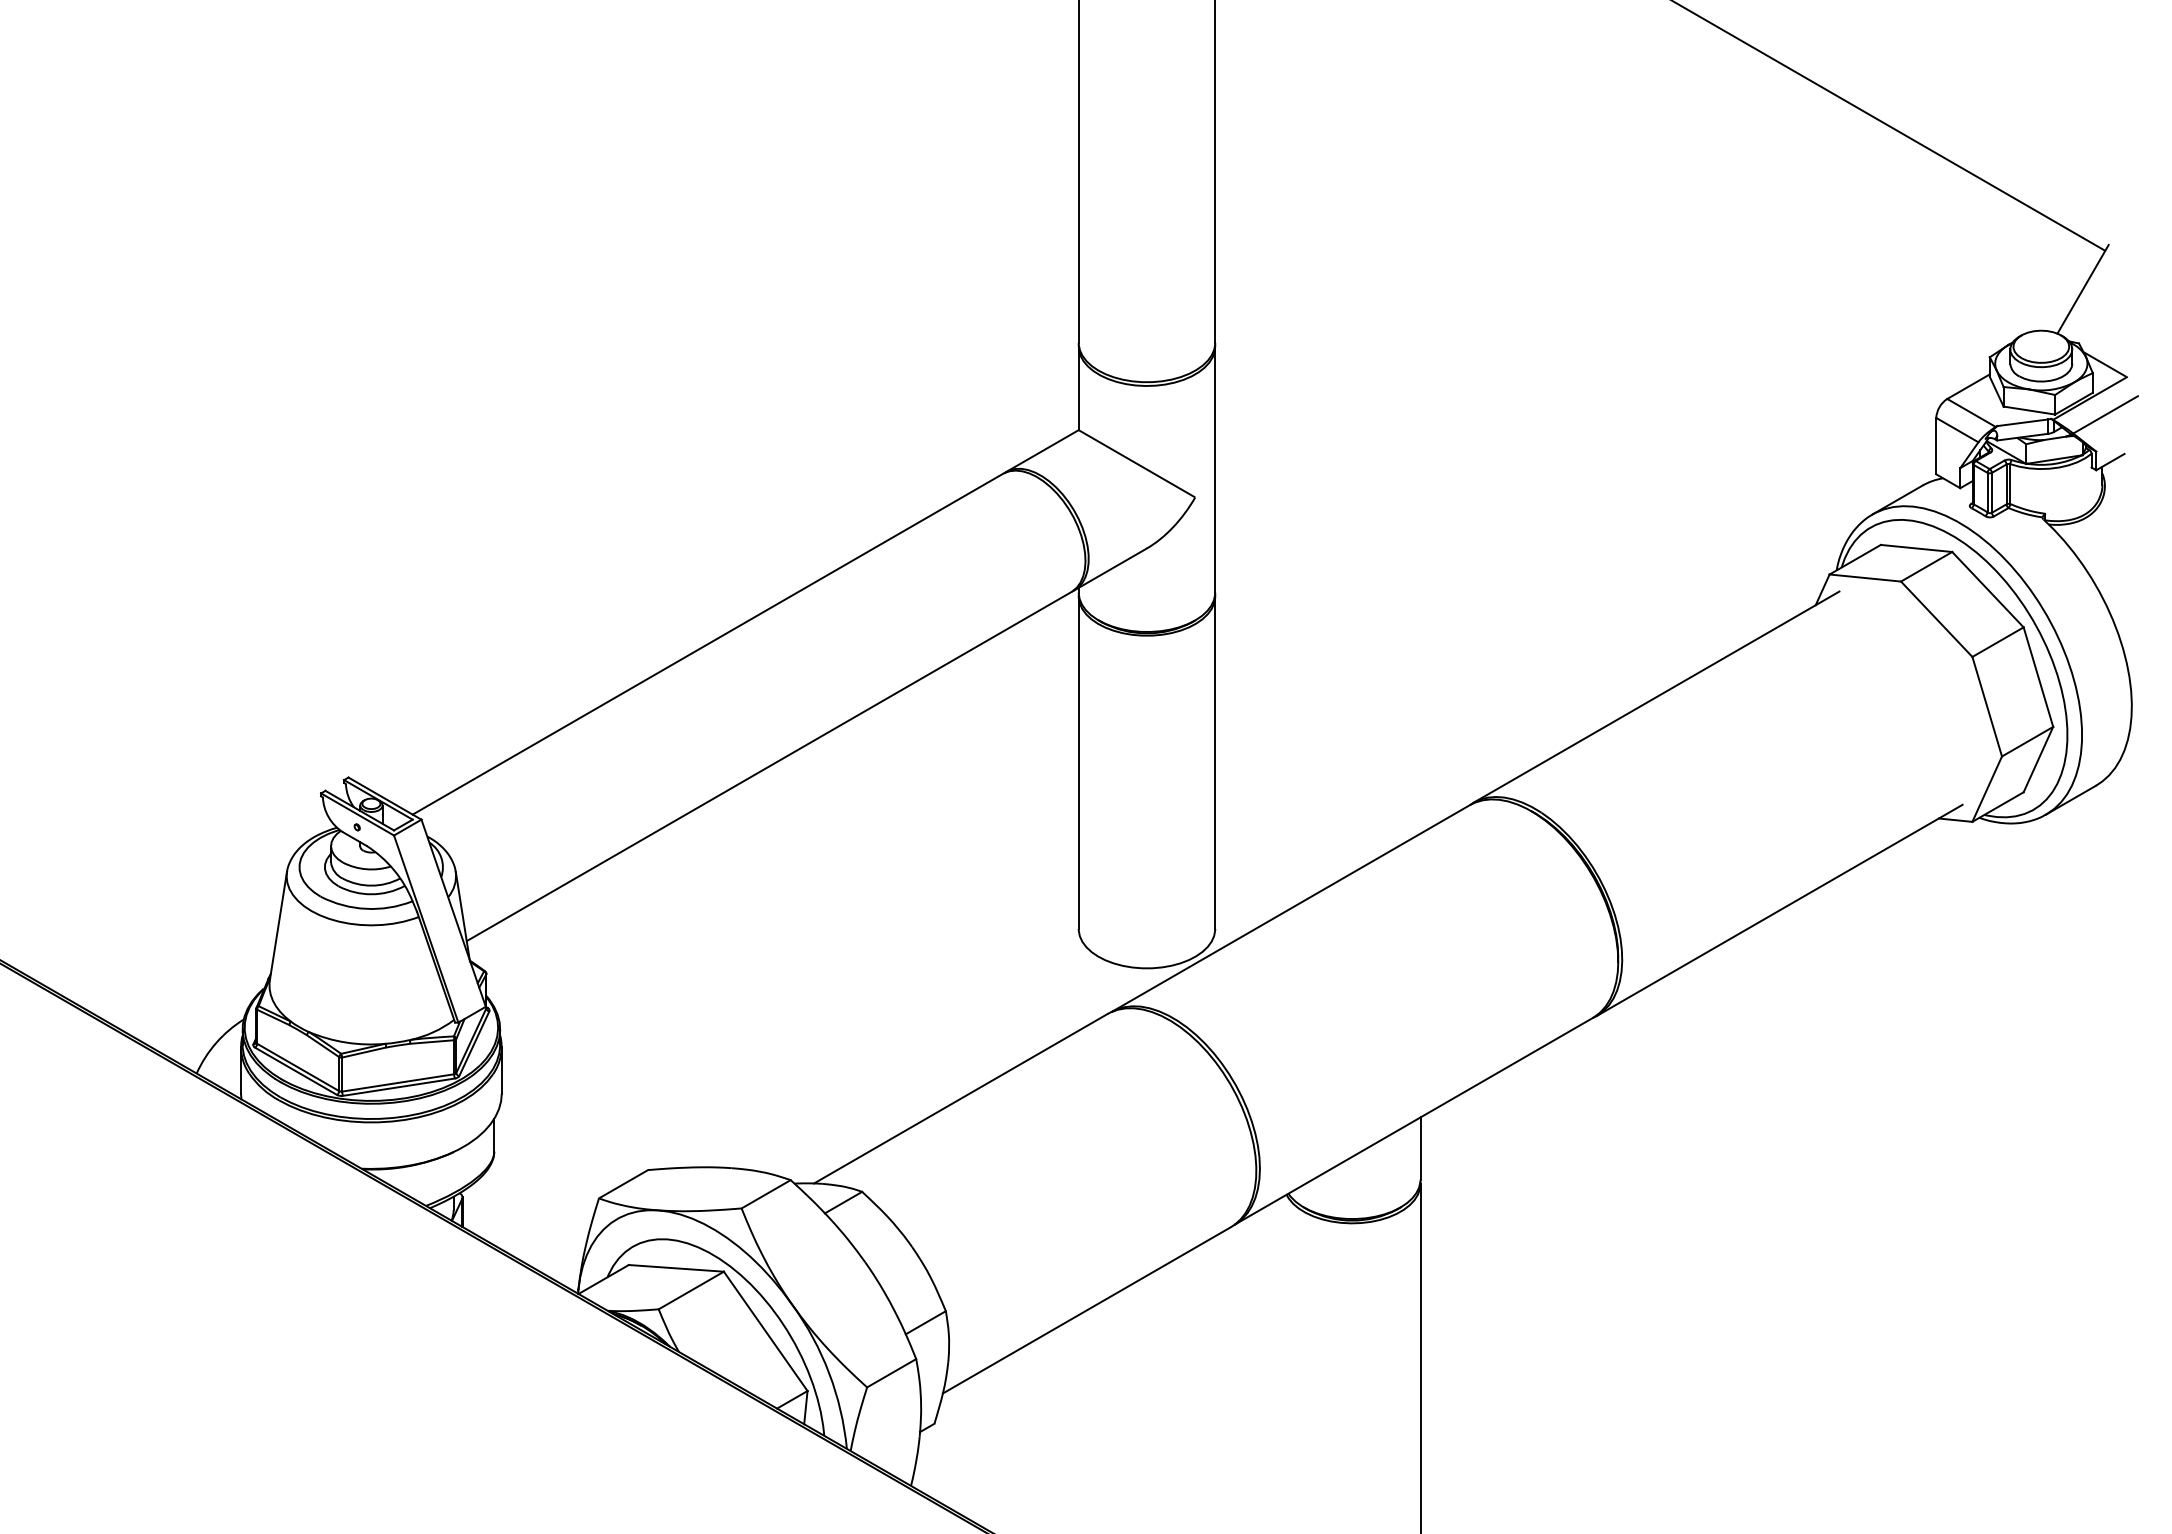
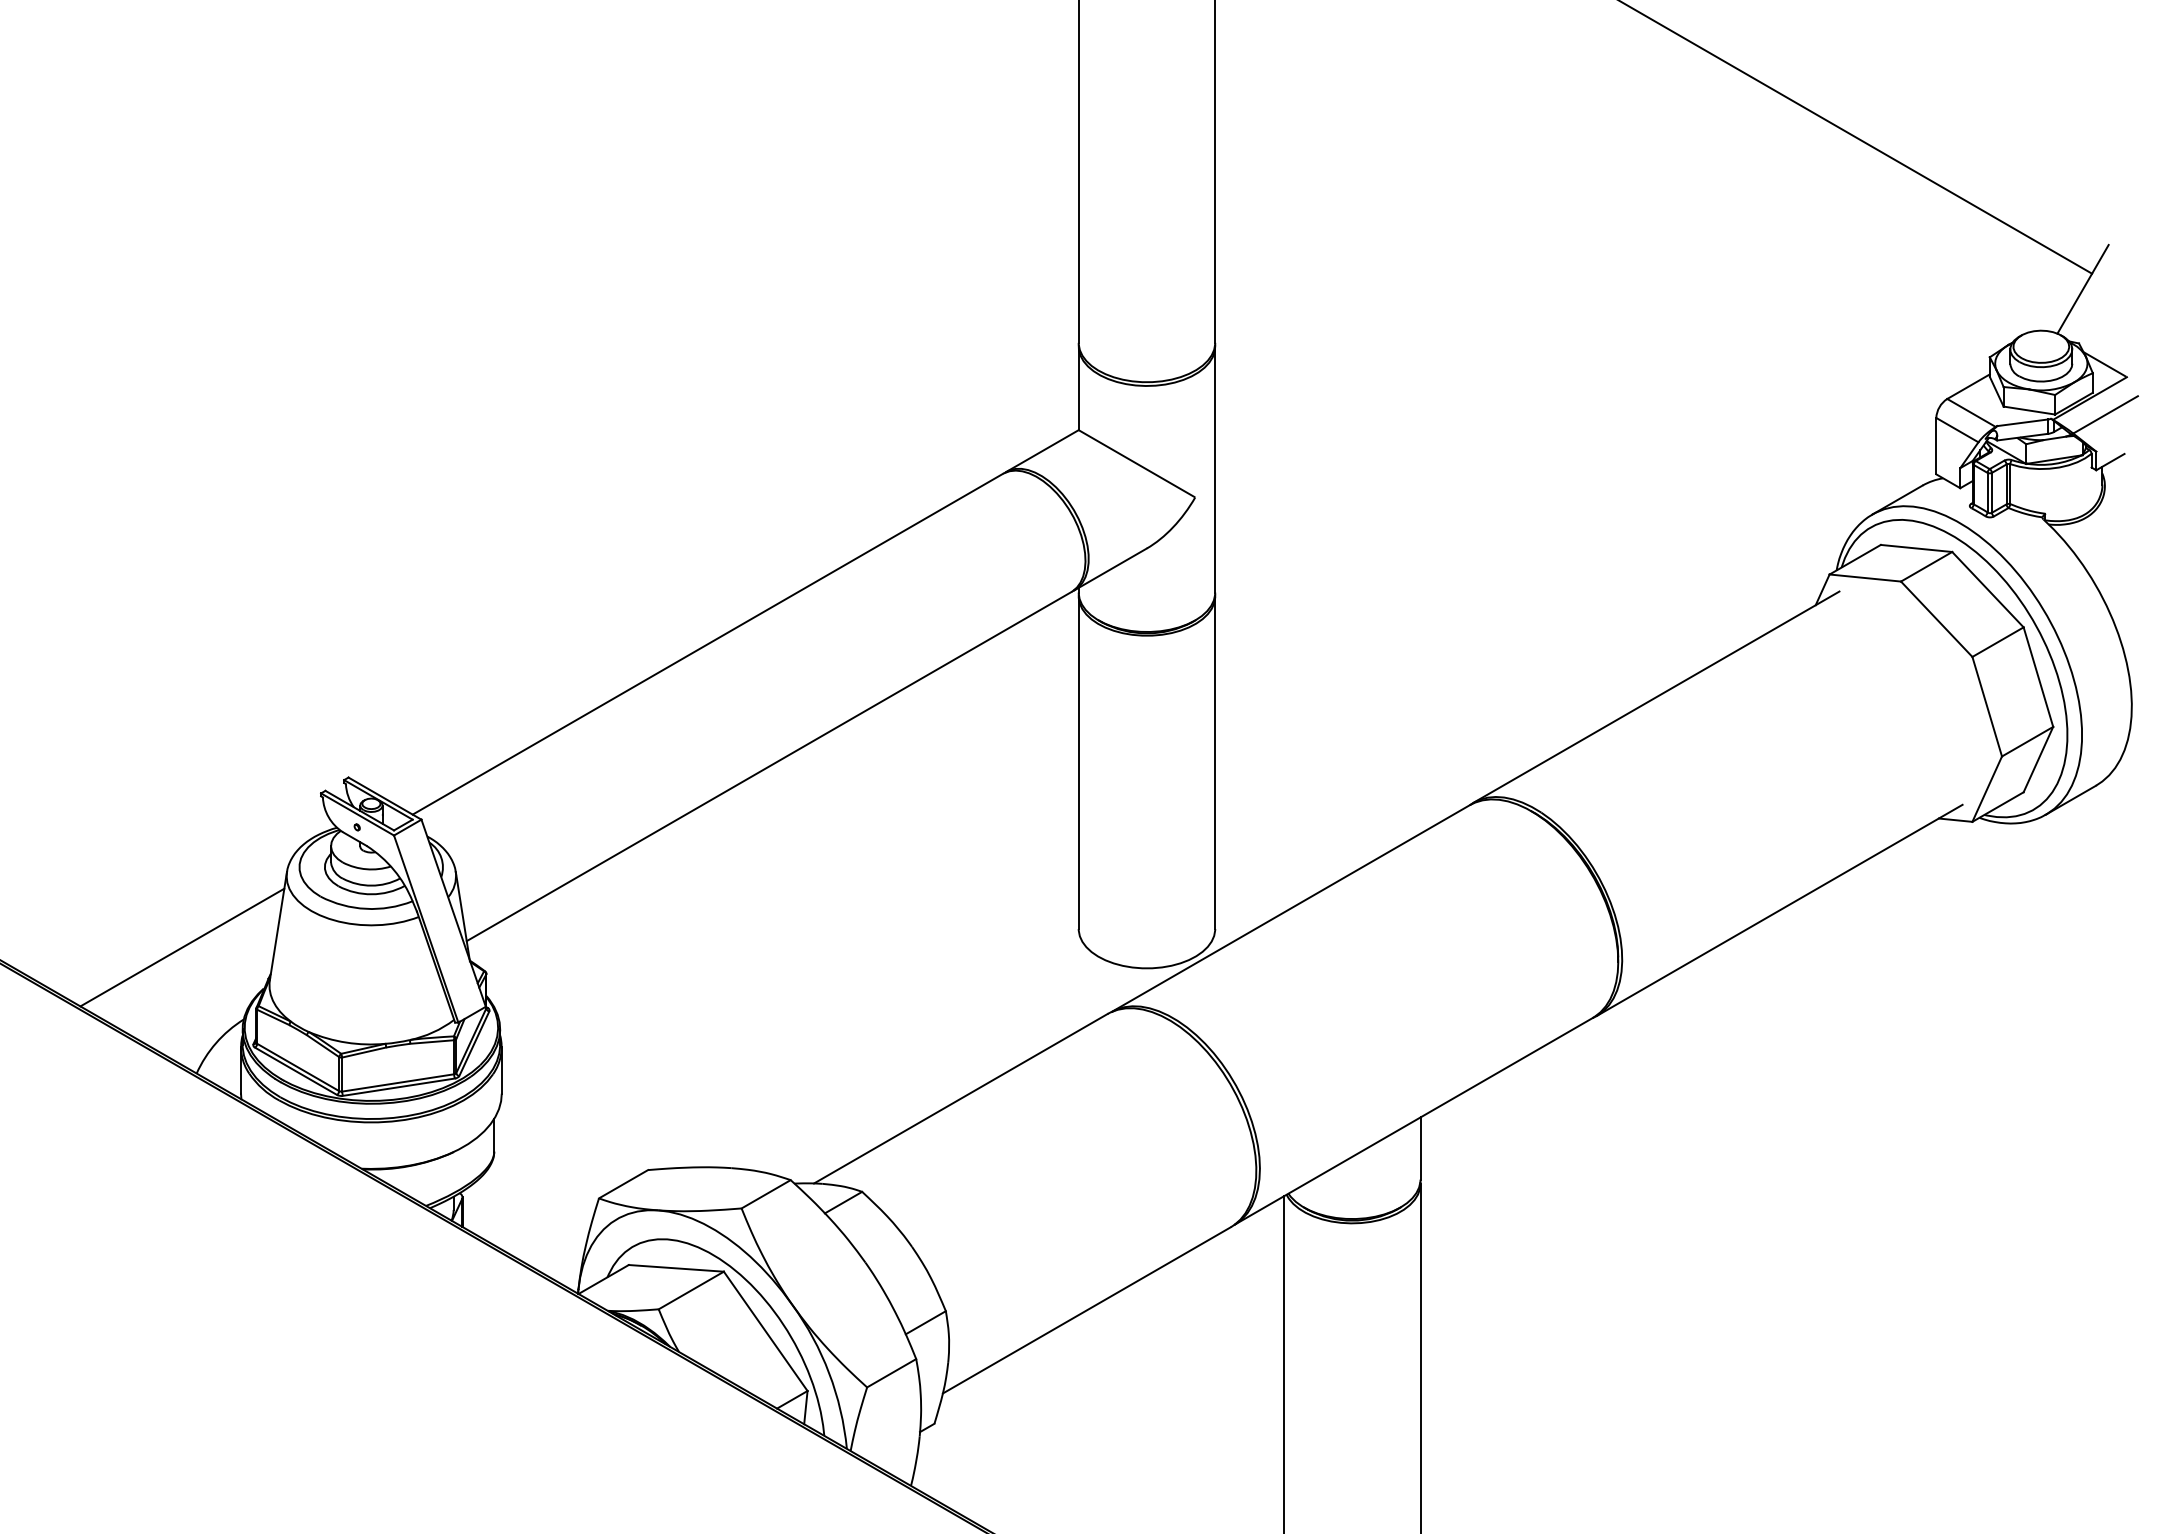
line at (1889, 126) position: (1889, 126) -> (1856, 137)
line at (182, 947): none -> present
line at (1283, 1363): none -> present
